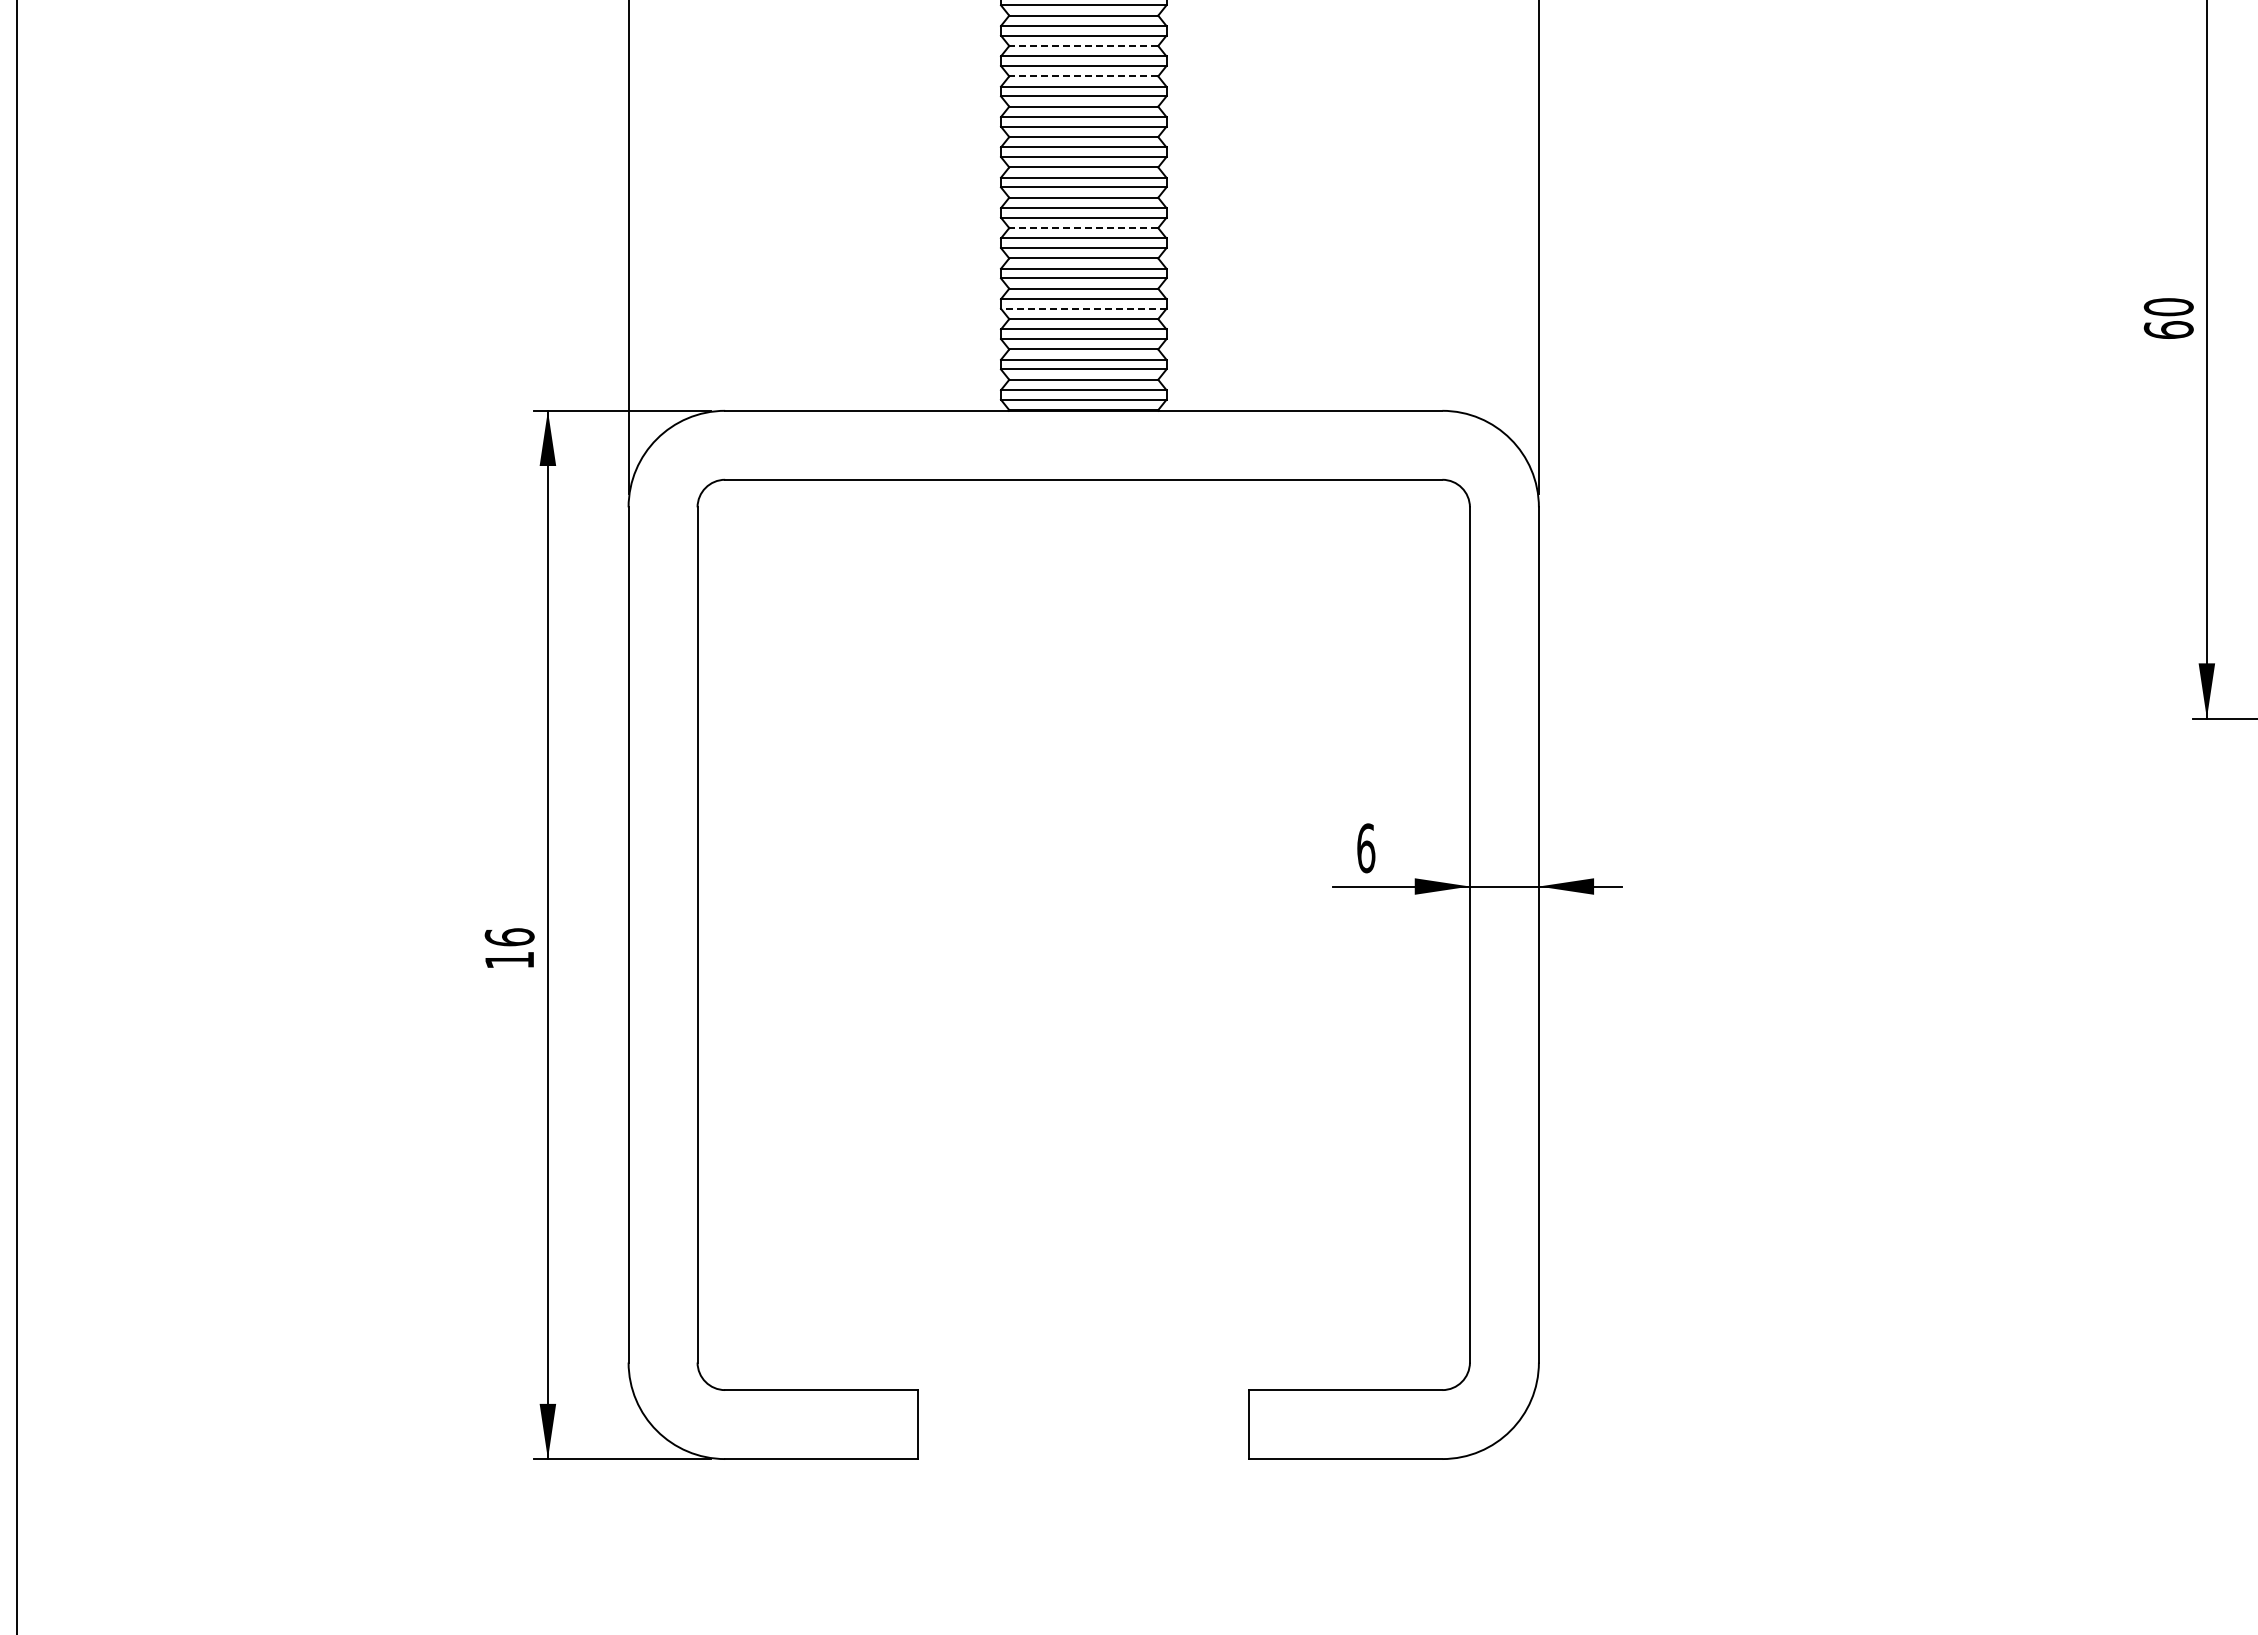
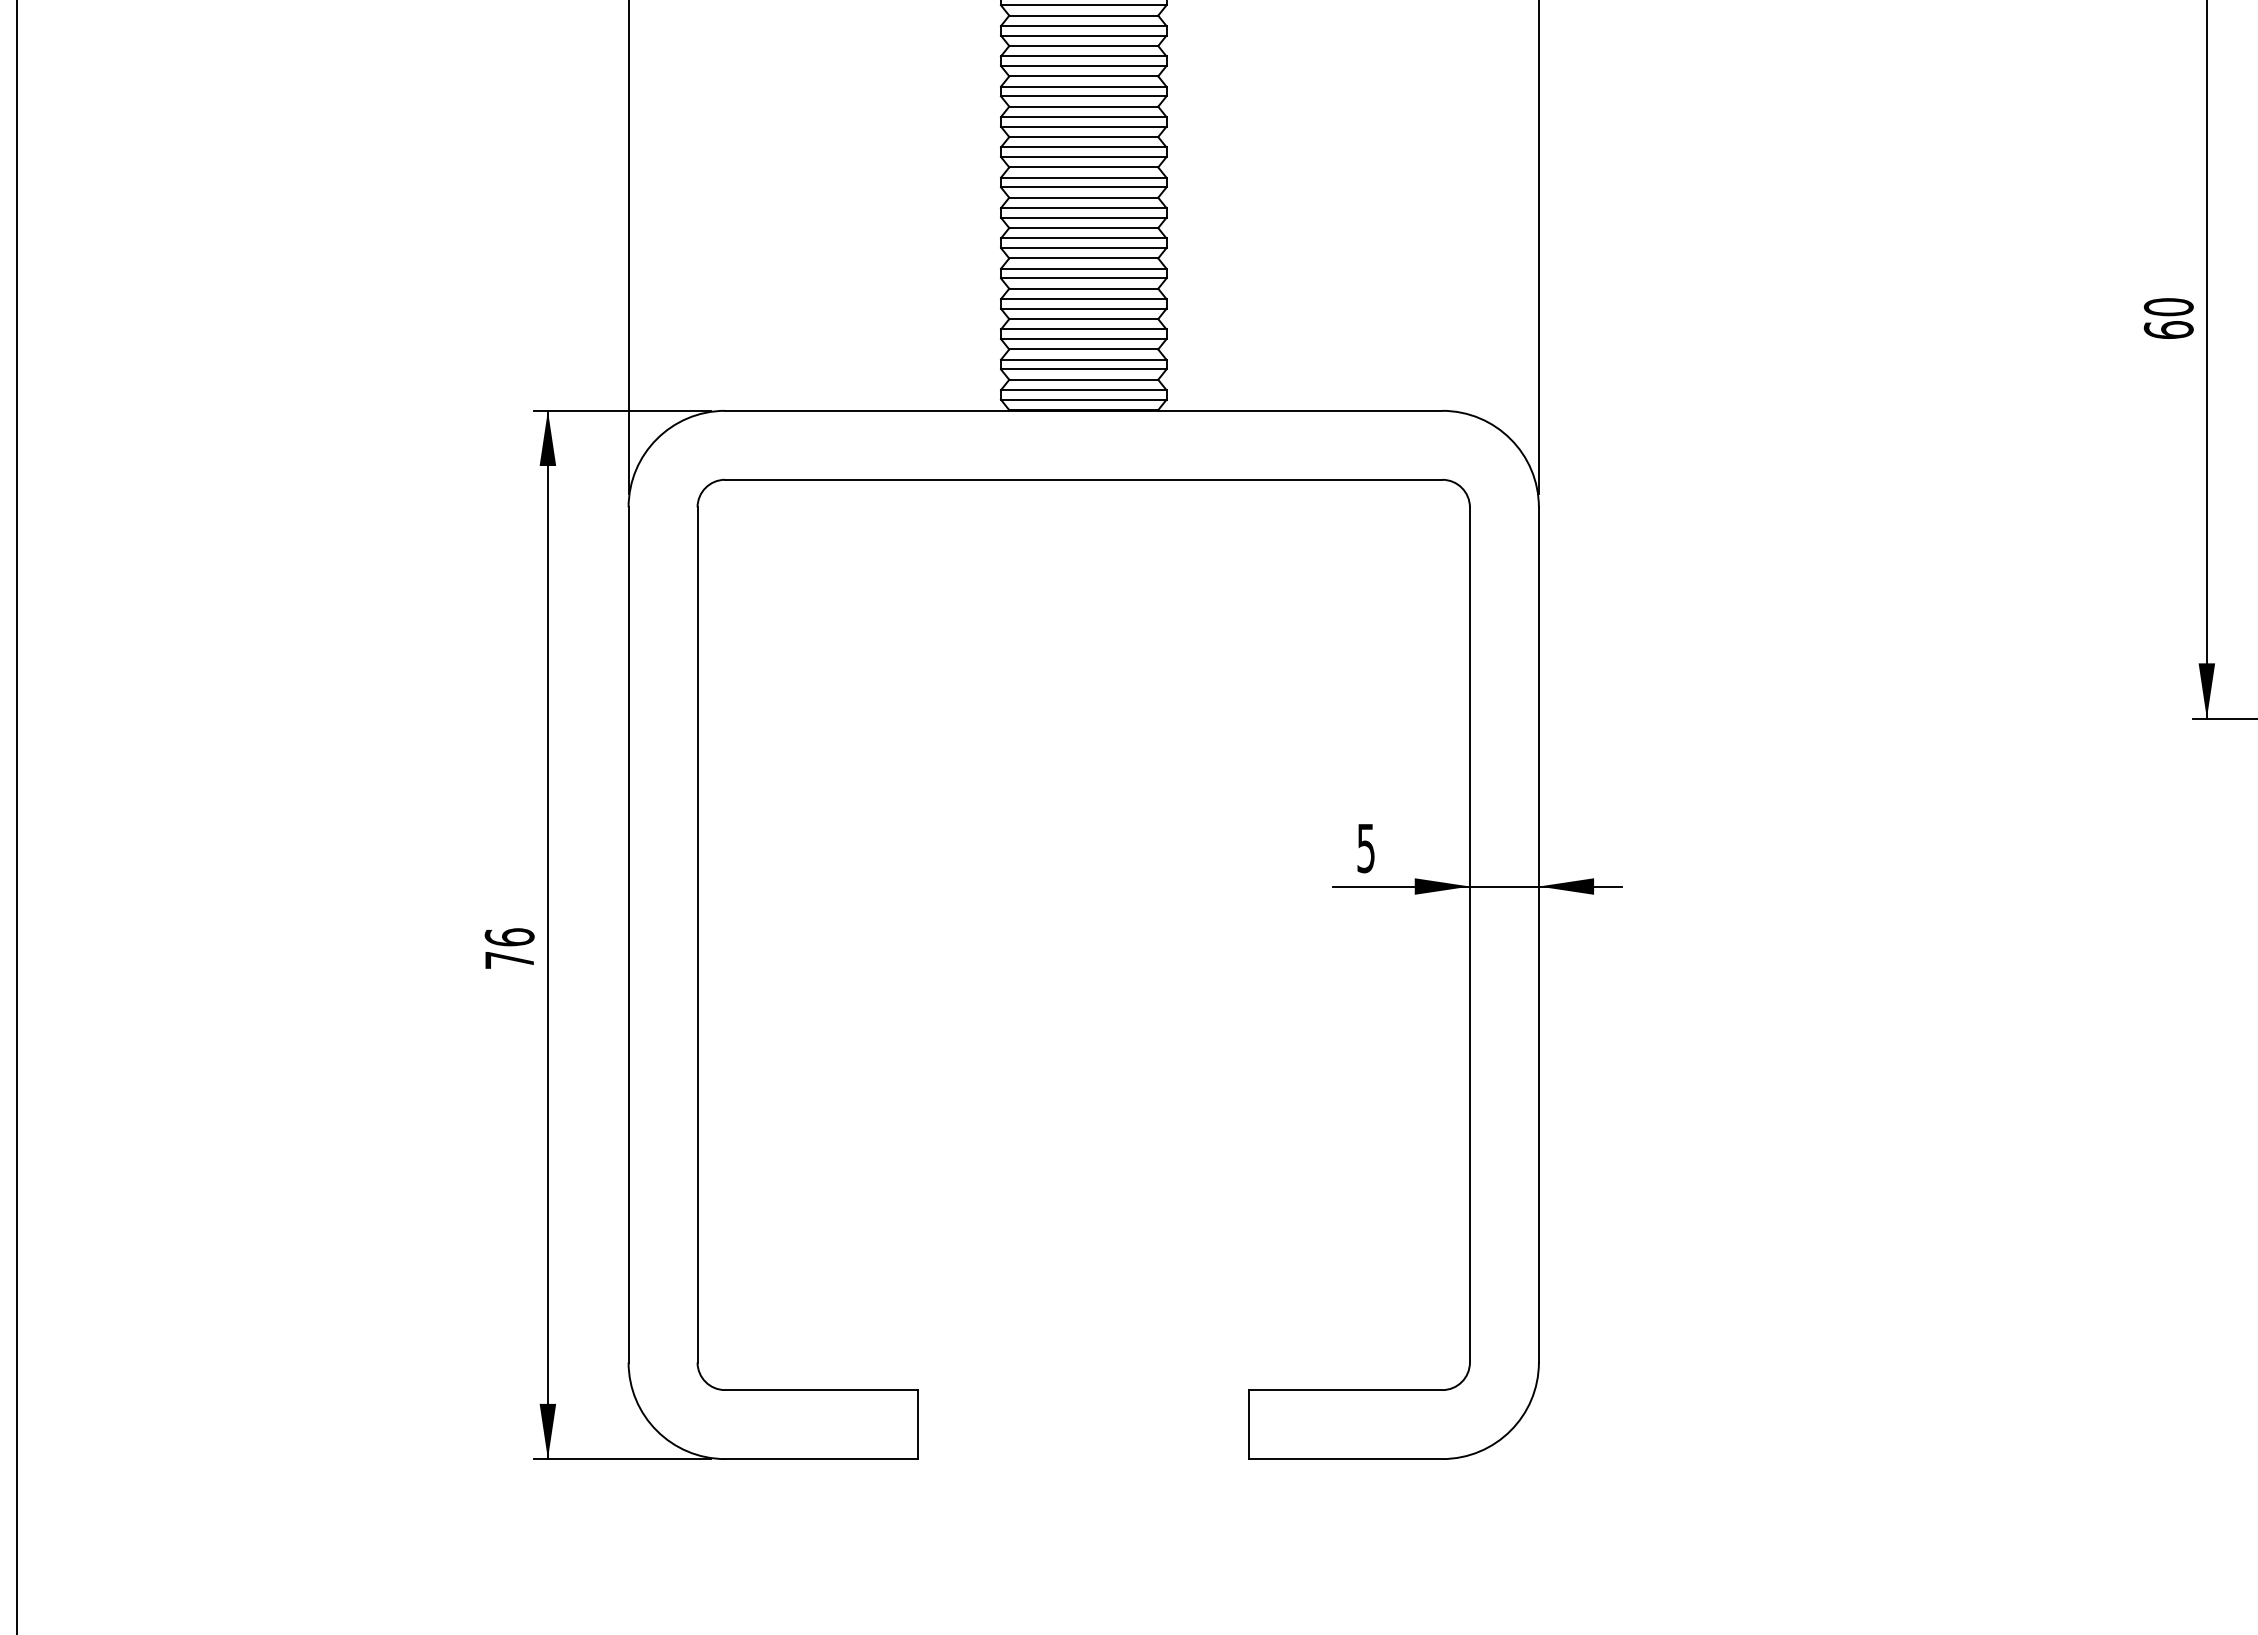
line at (1083, 46): dashed -> solid
line at (1083, 76): dashed -> solid
line at (1083, 228): dashed -> solid
line at (1083, 308): dashed -> solid
text at (1366, 848): 6 -> 5
text at (509, 960): 16 -> 76
